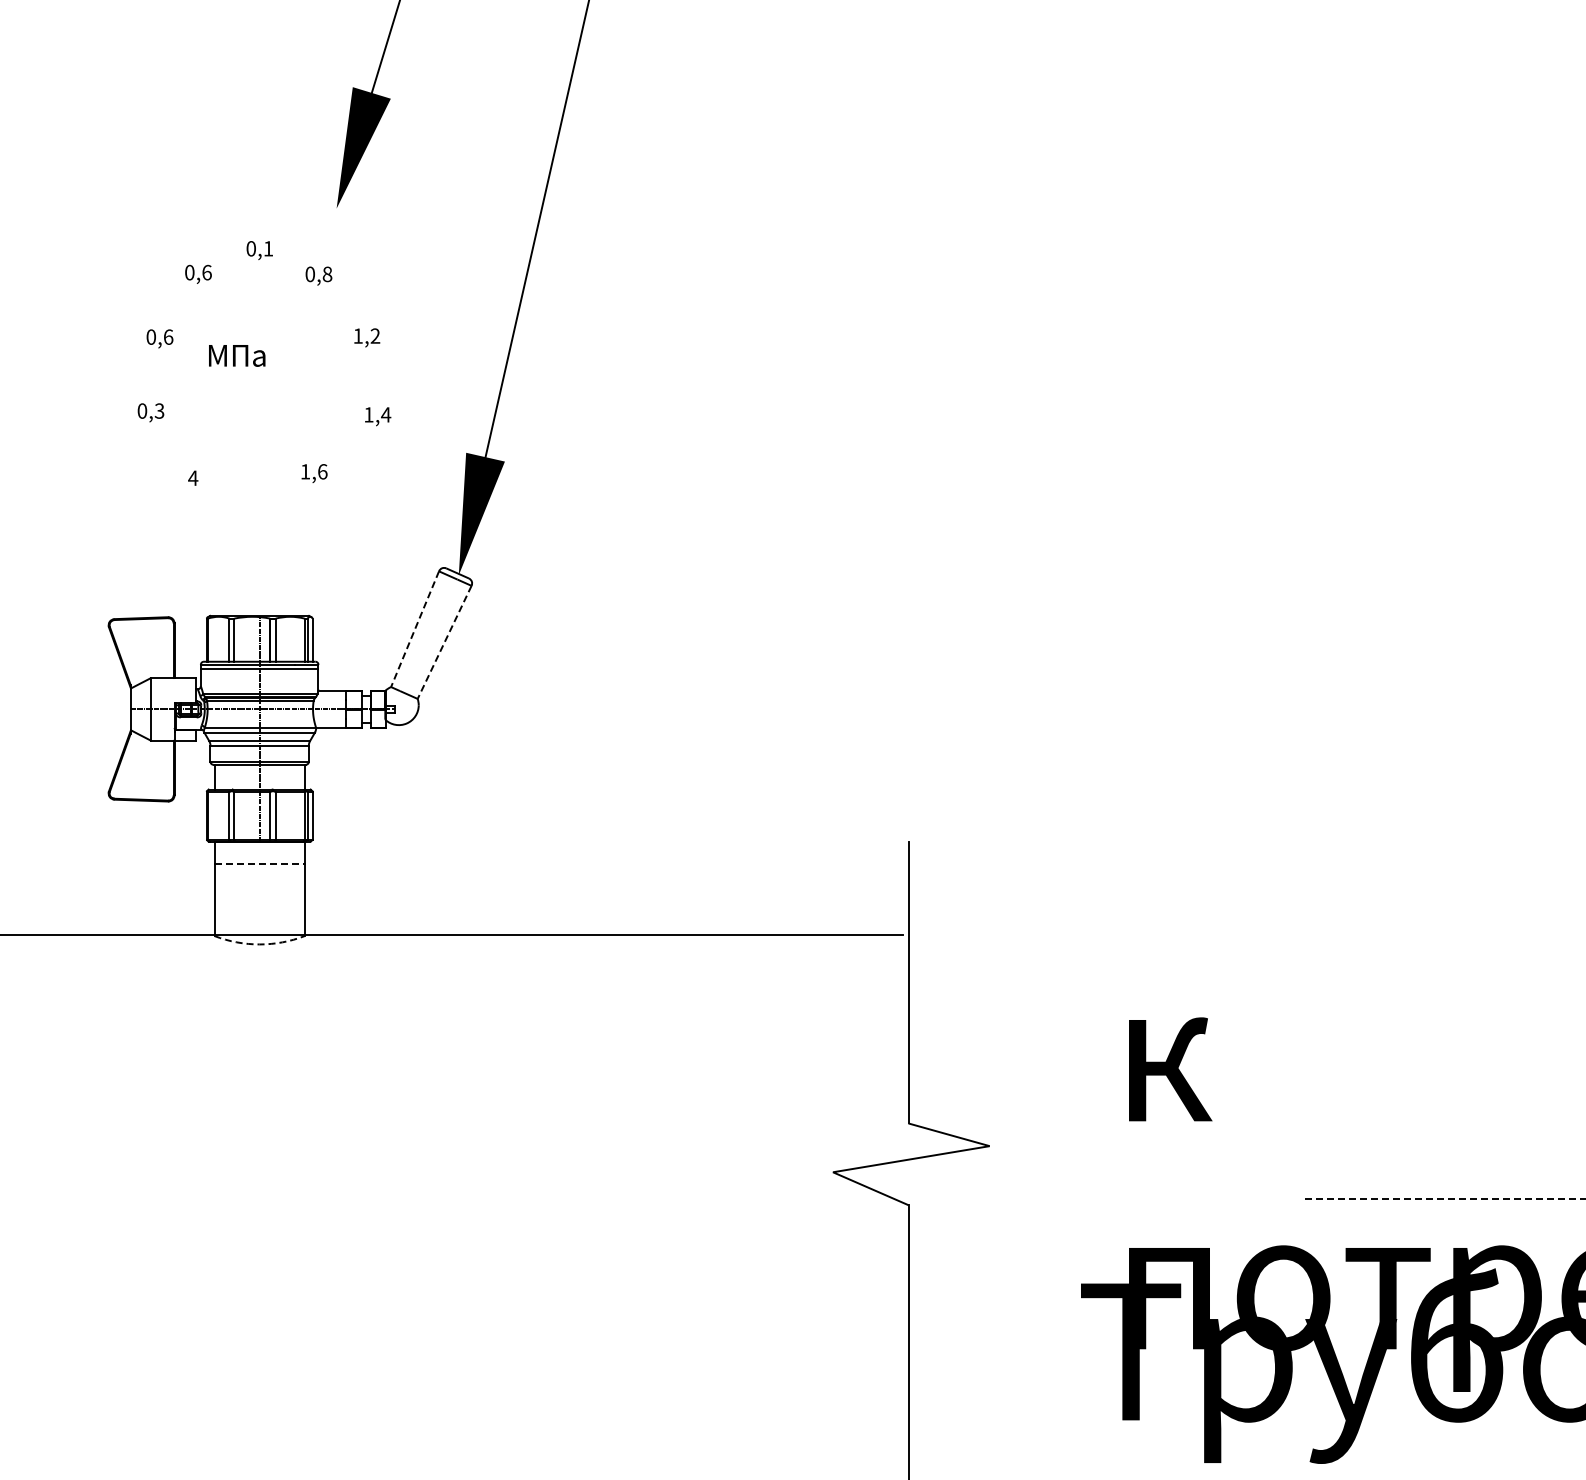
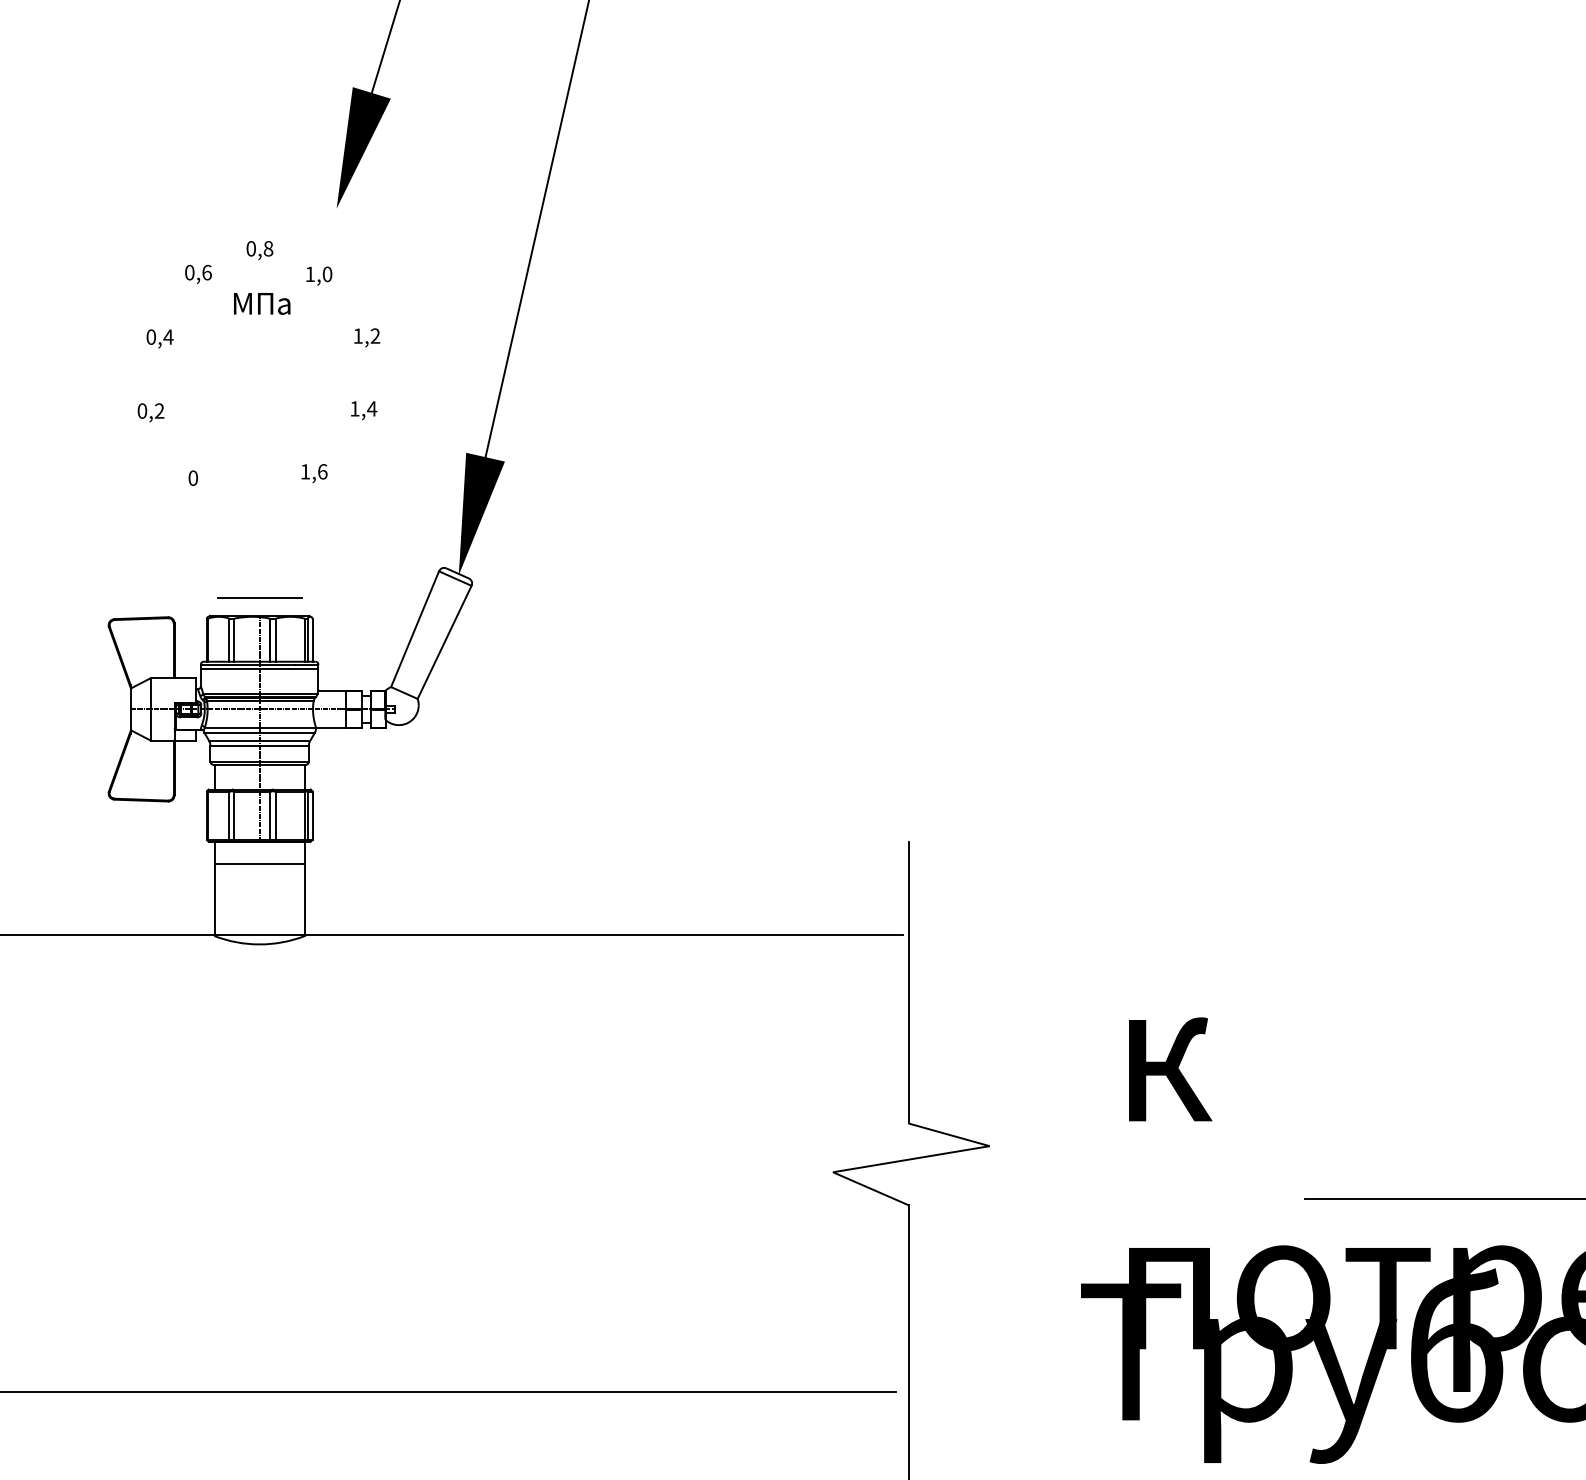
text at (268, 248): 0,1 -> 0,8
text at (318, 274): 0,8 -> 1,0
text at (168, 336): 0,6 -> 0,4
text at (237, 355) position: (237, 355) -> (262, 303)
text at (159, 410): 0,3 -> 0,2
text at (378, 416) position: (378, 416) -> (364, 410)
text at (193, 478): 4 -> 0
line at (259, 597): none -> present
line at (415, 629): dashed -> solid
line at (444, 642): dashed -> solid
line at (260, 863): dashed -> solid
arc at (259, 944): dashed -> solid
line at (1445, 1199): dashed -> solid
line at (449, 1391): none -> present
